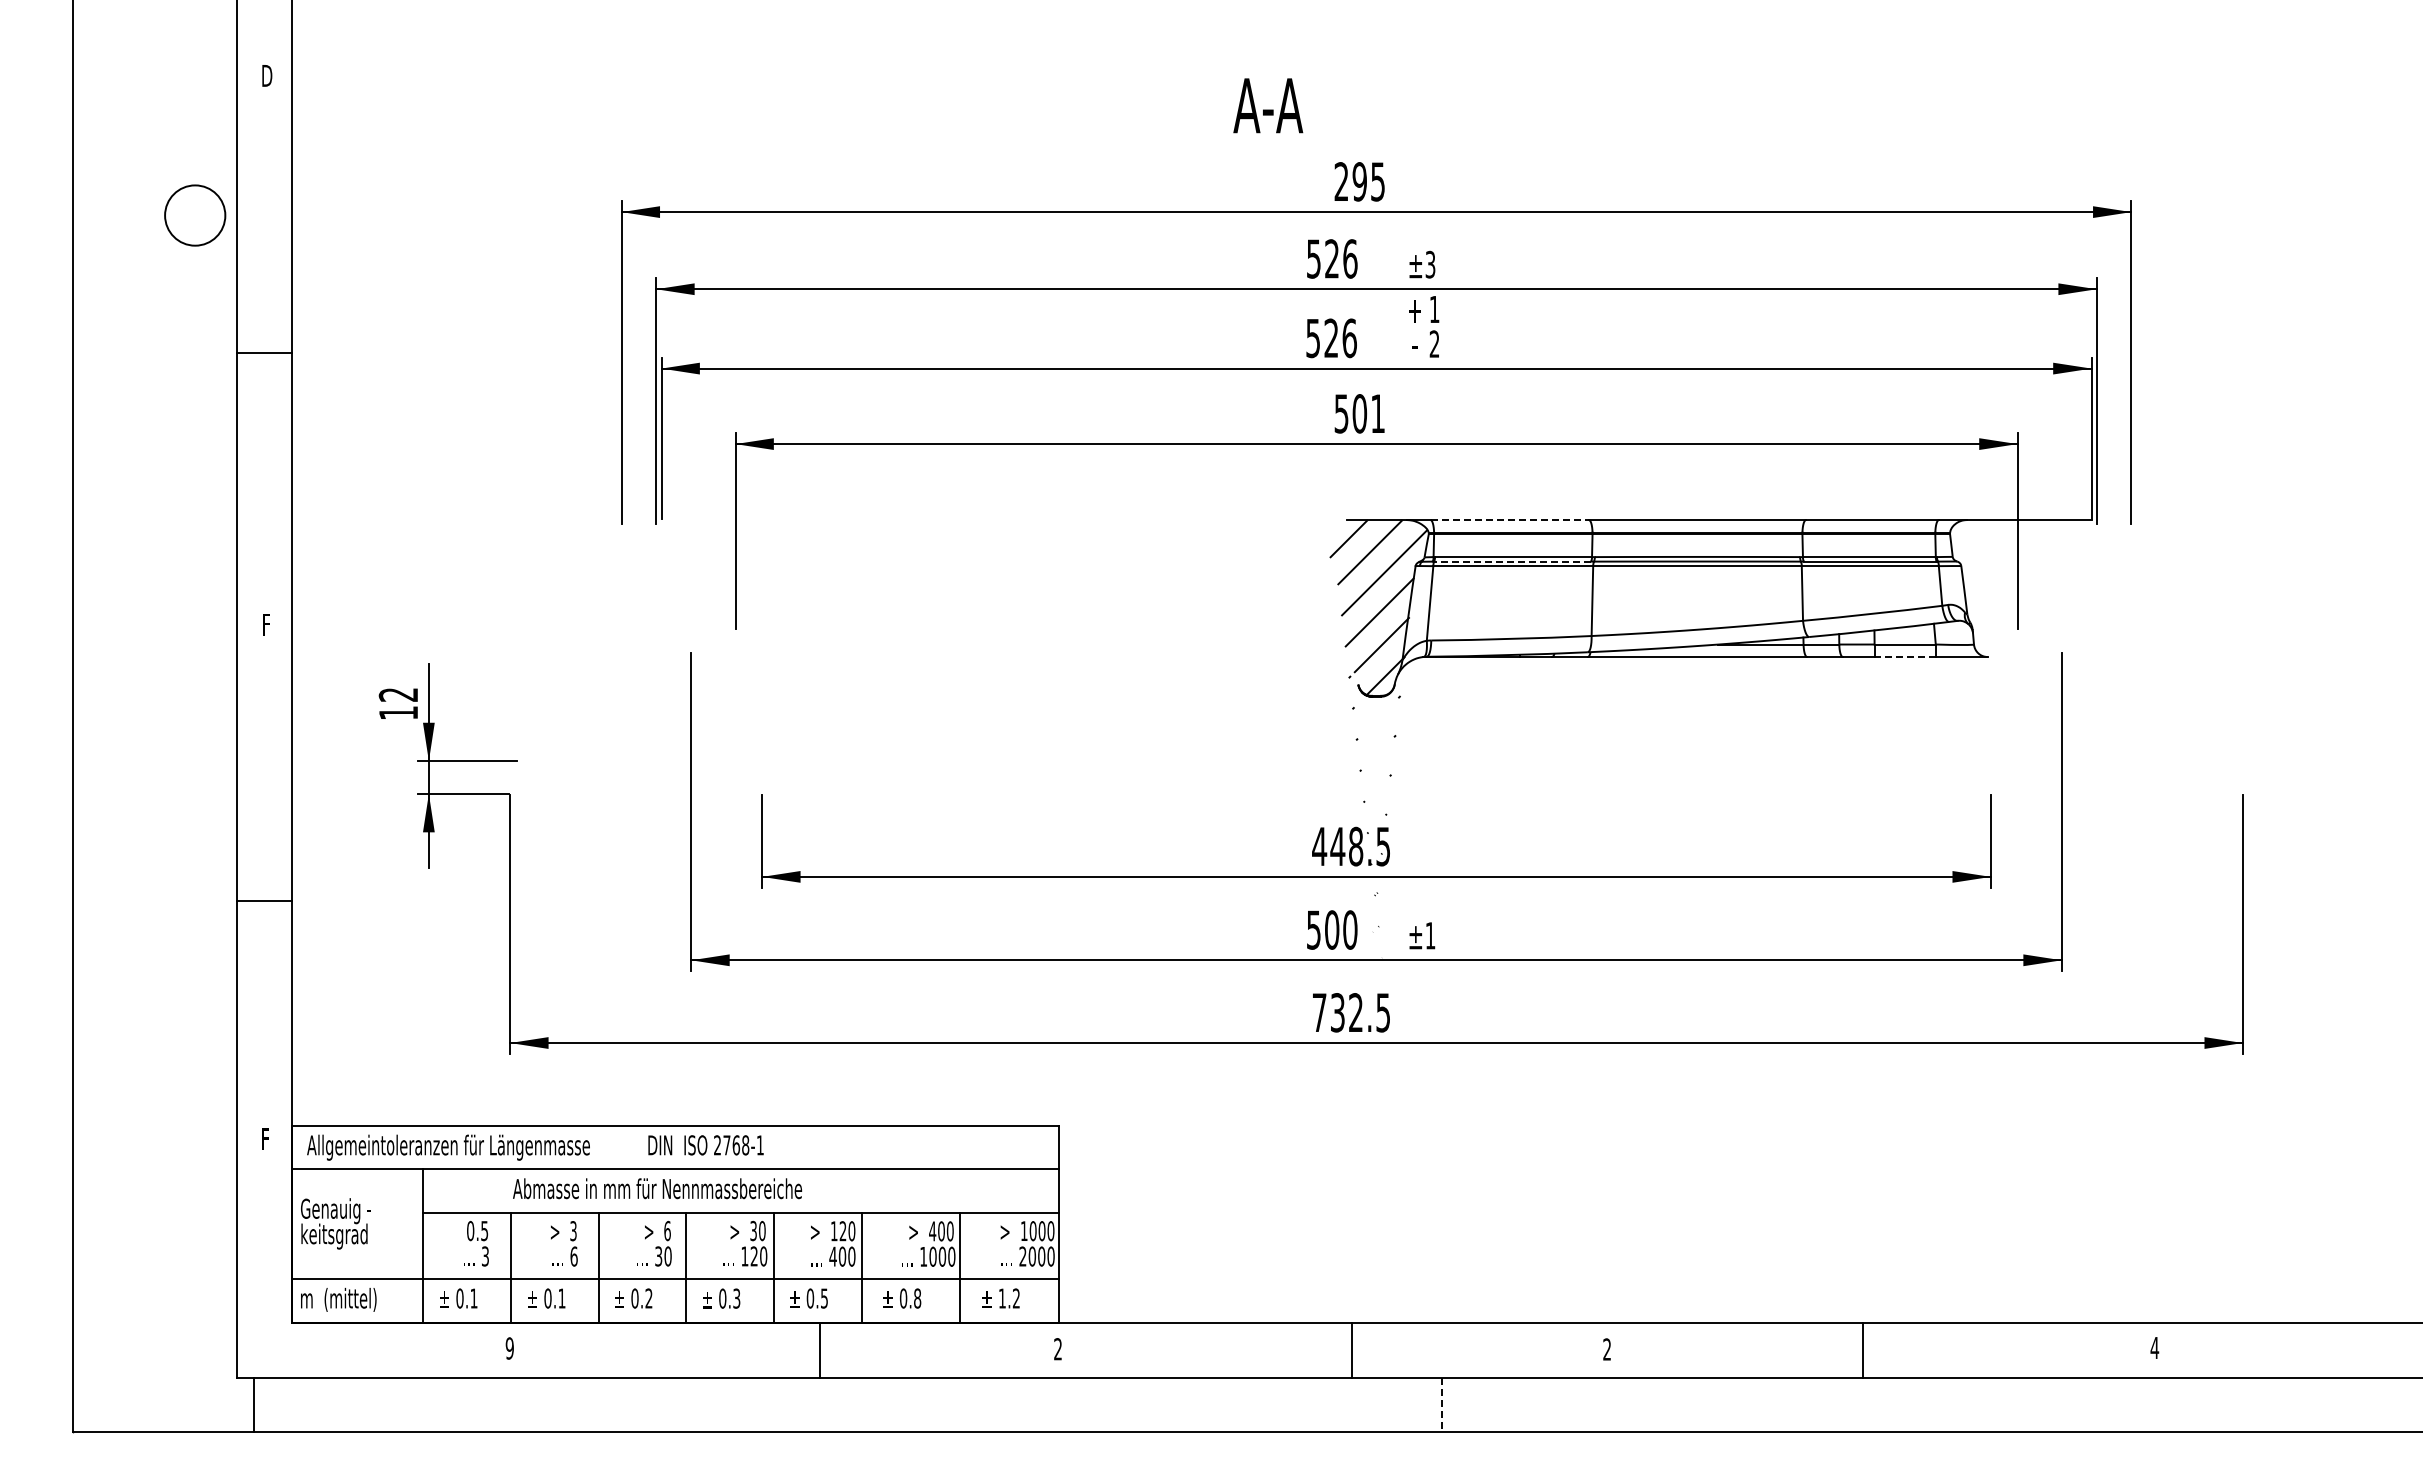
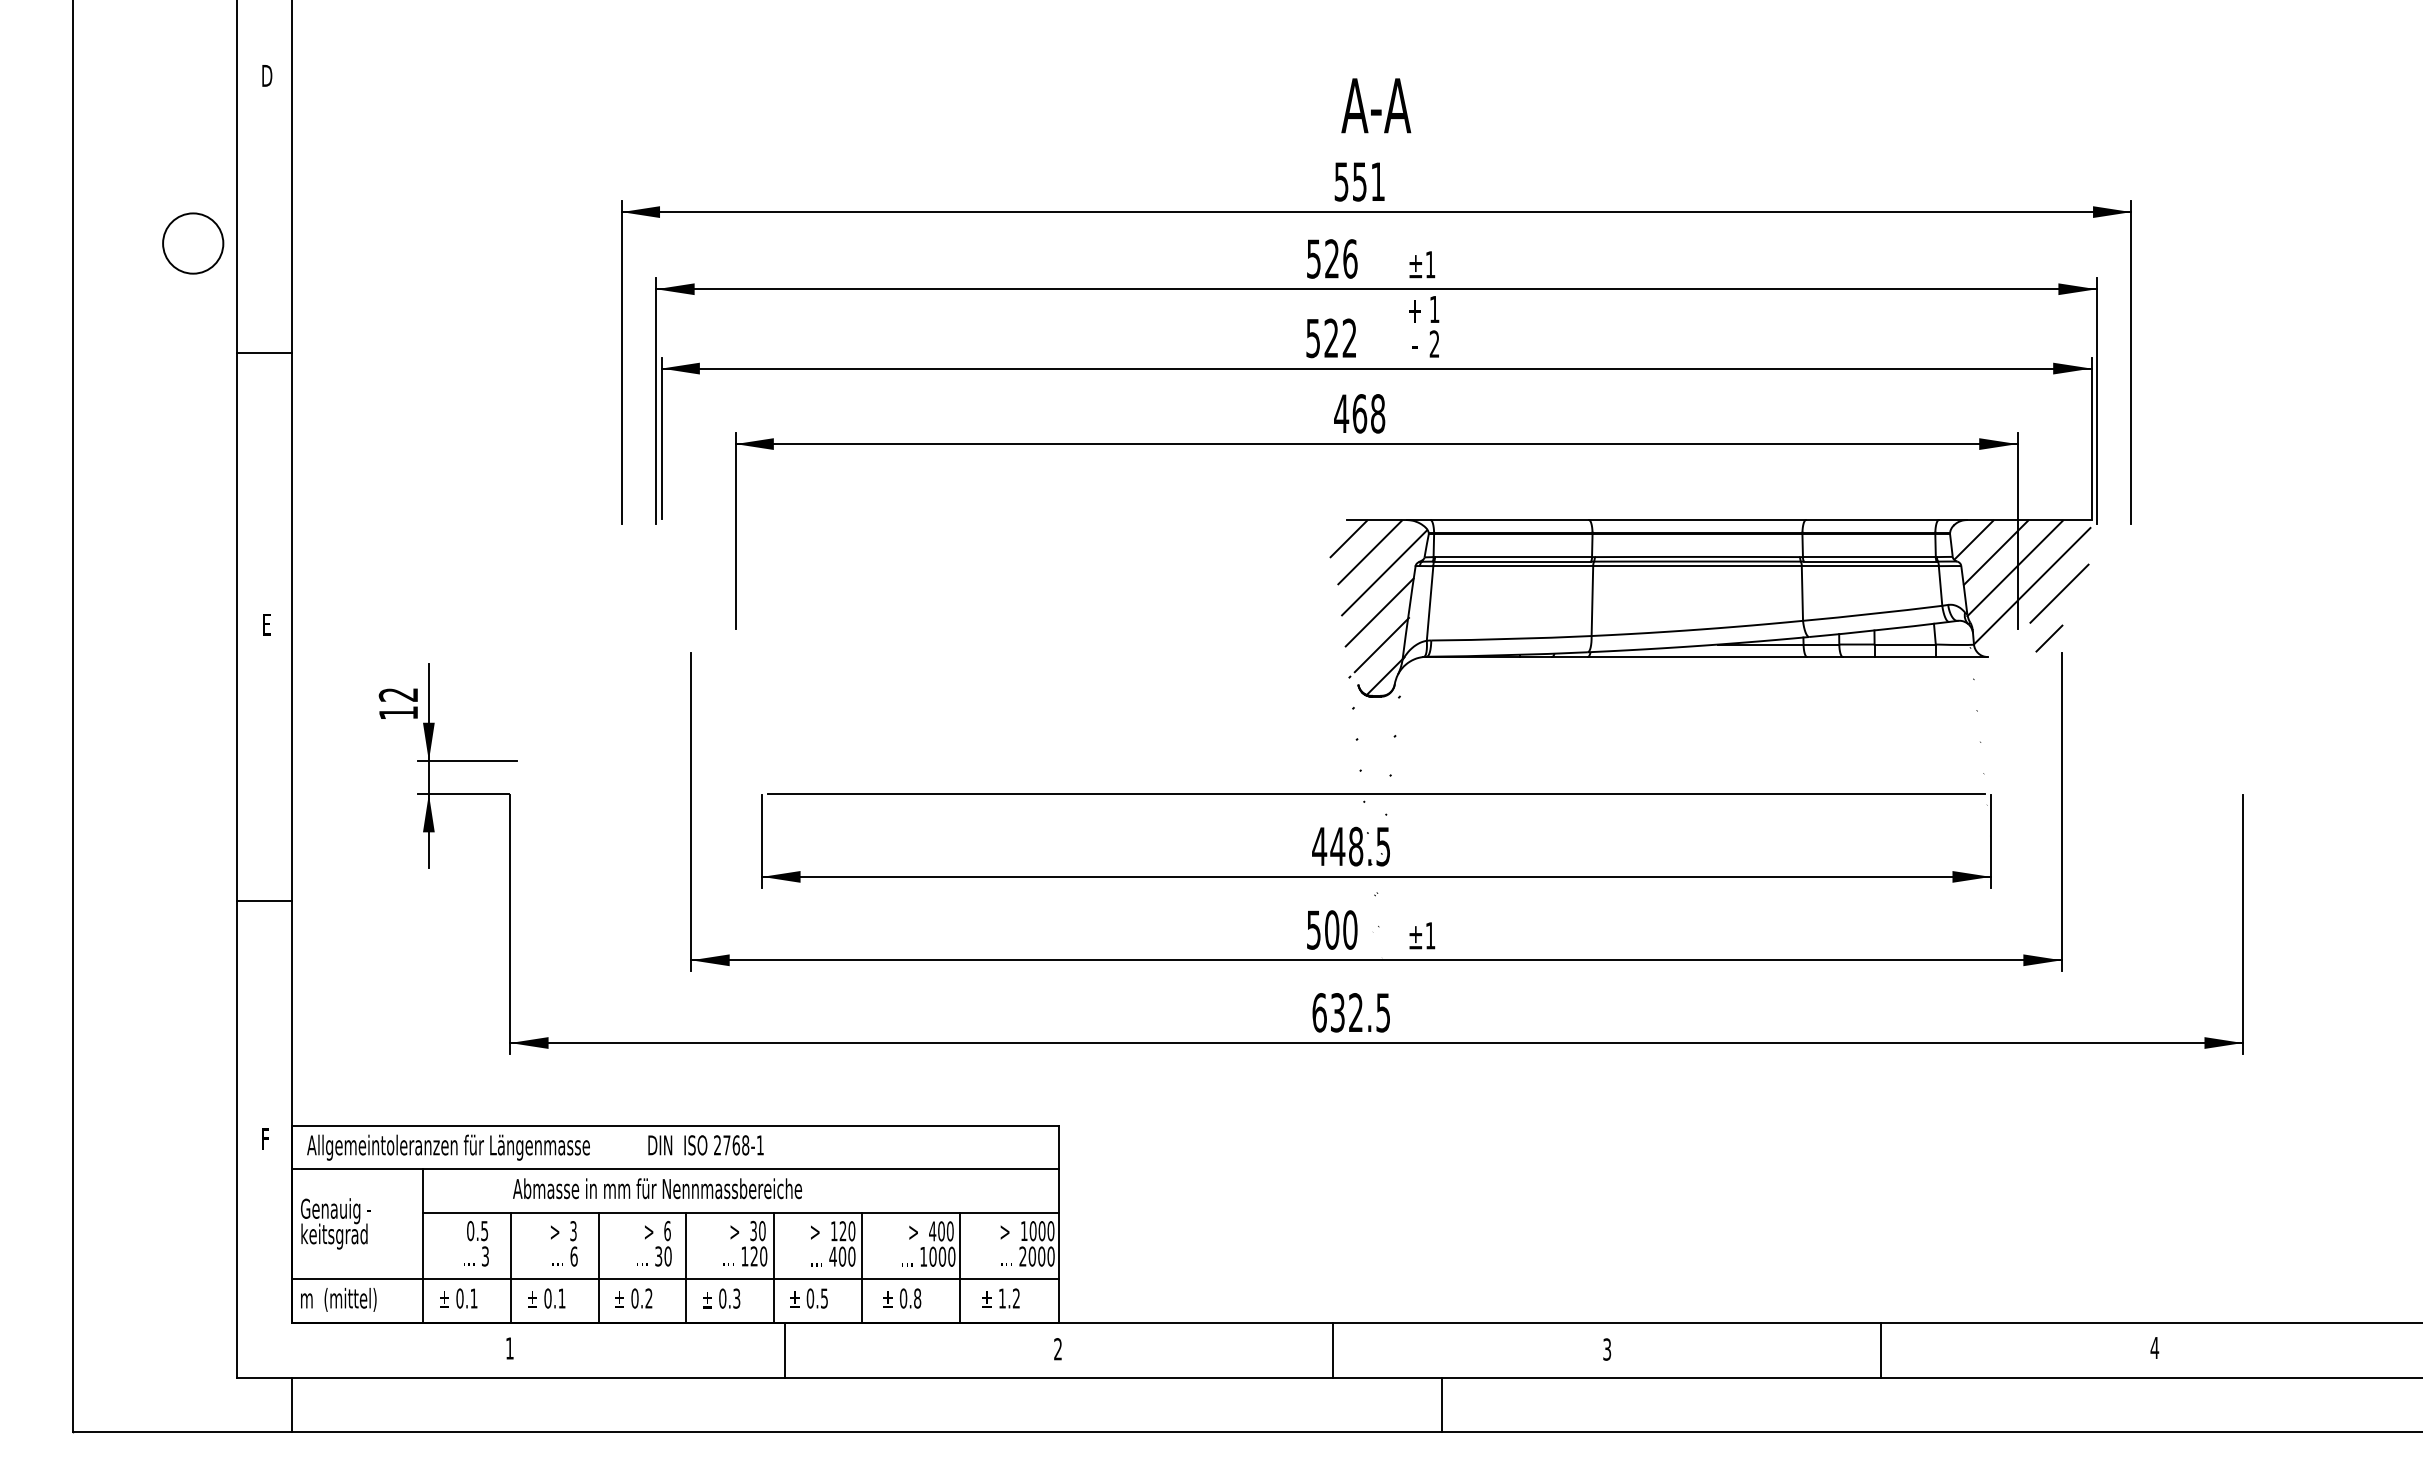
text at (1268, 105) position: (1268, 105) -> (1376, 105)
text at (1359, 181): 295 -> 551
circle at (195, 215) position: (195, 215) -> (193, 243)
text at (1430, 264): ±3 -> ±1
text at (1349, 338): 526 -> 522
text at (1359, 413): 501 -> 468
line at (1510, 520): dashed -> solid
line at (1512, 561): dashed -> solid
text at (267, 624): F -> E
line at (1905, 657): dashed -> solid
hatch at (2022, 678): none -> present
line at (1376, 794): none -> present
text at (1319, 1012): 732.5 -> 632.5
text at (509, 1348): 9 -> 1
line at (819, 1349) position: (819, 1349) -> (784, 1349)
line at (1351, 1349) position: (1351, 1349) -> (1332, 1349)
text at (1607, 1349): 2 -> 3
line at (1862, 1349) position: (1862, 1349) -> (1880, 1349)
line at (253, 1404) position: (253, 1404) -> (291, 1404)
line at (1442, 1405): dashed -> solid
